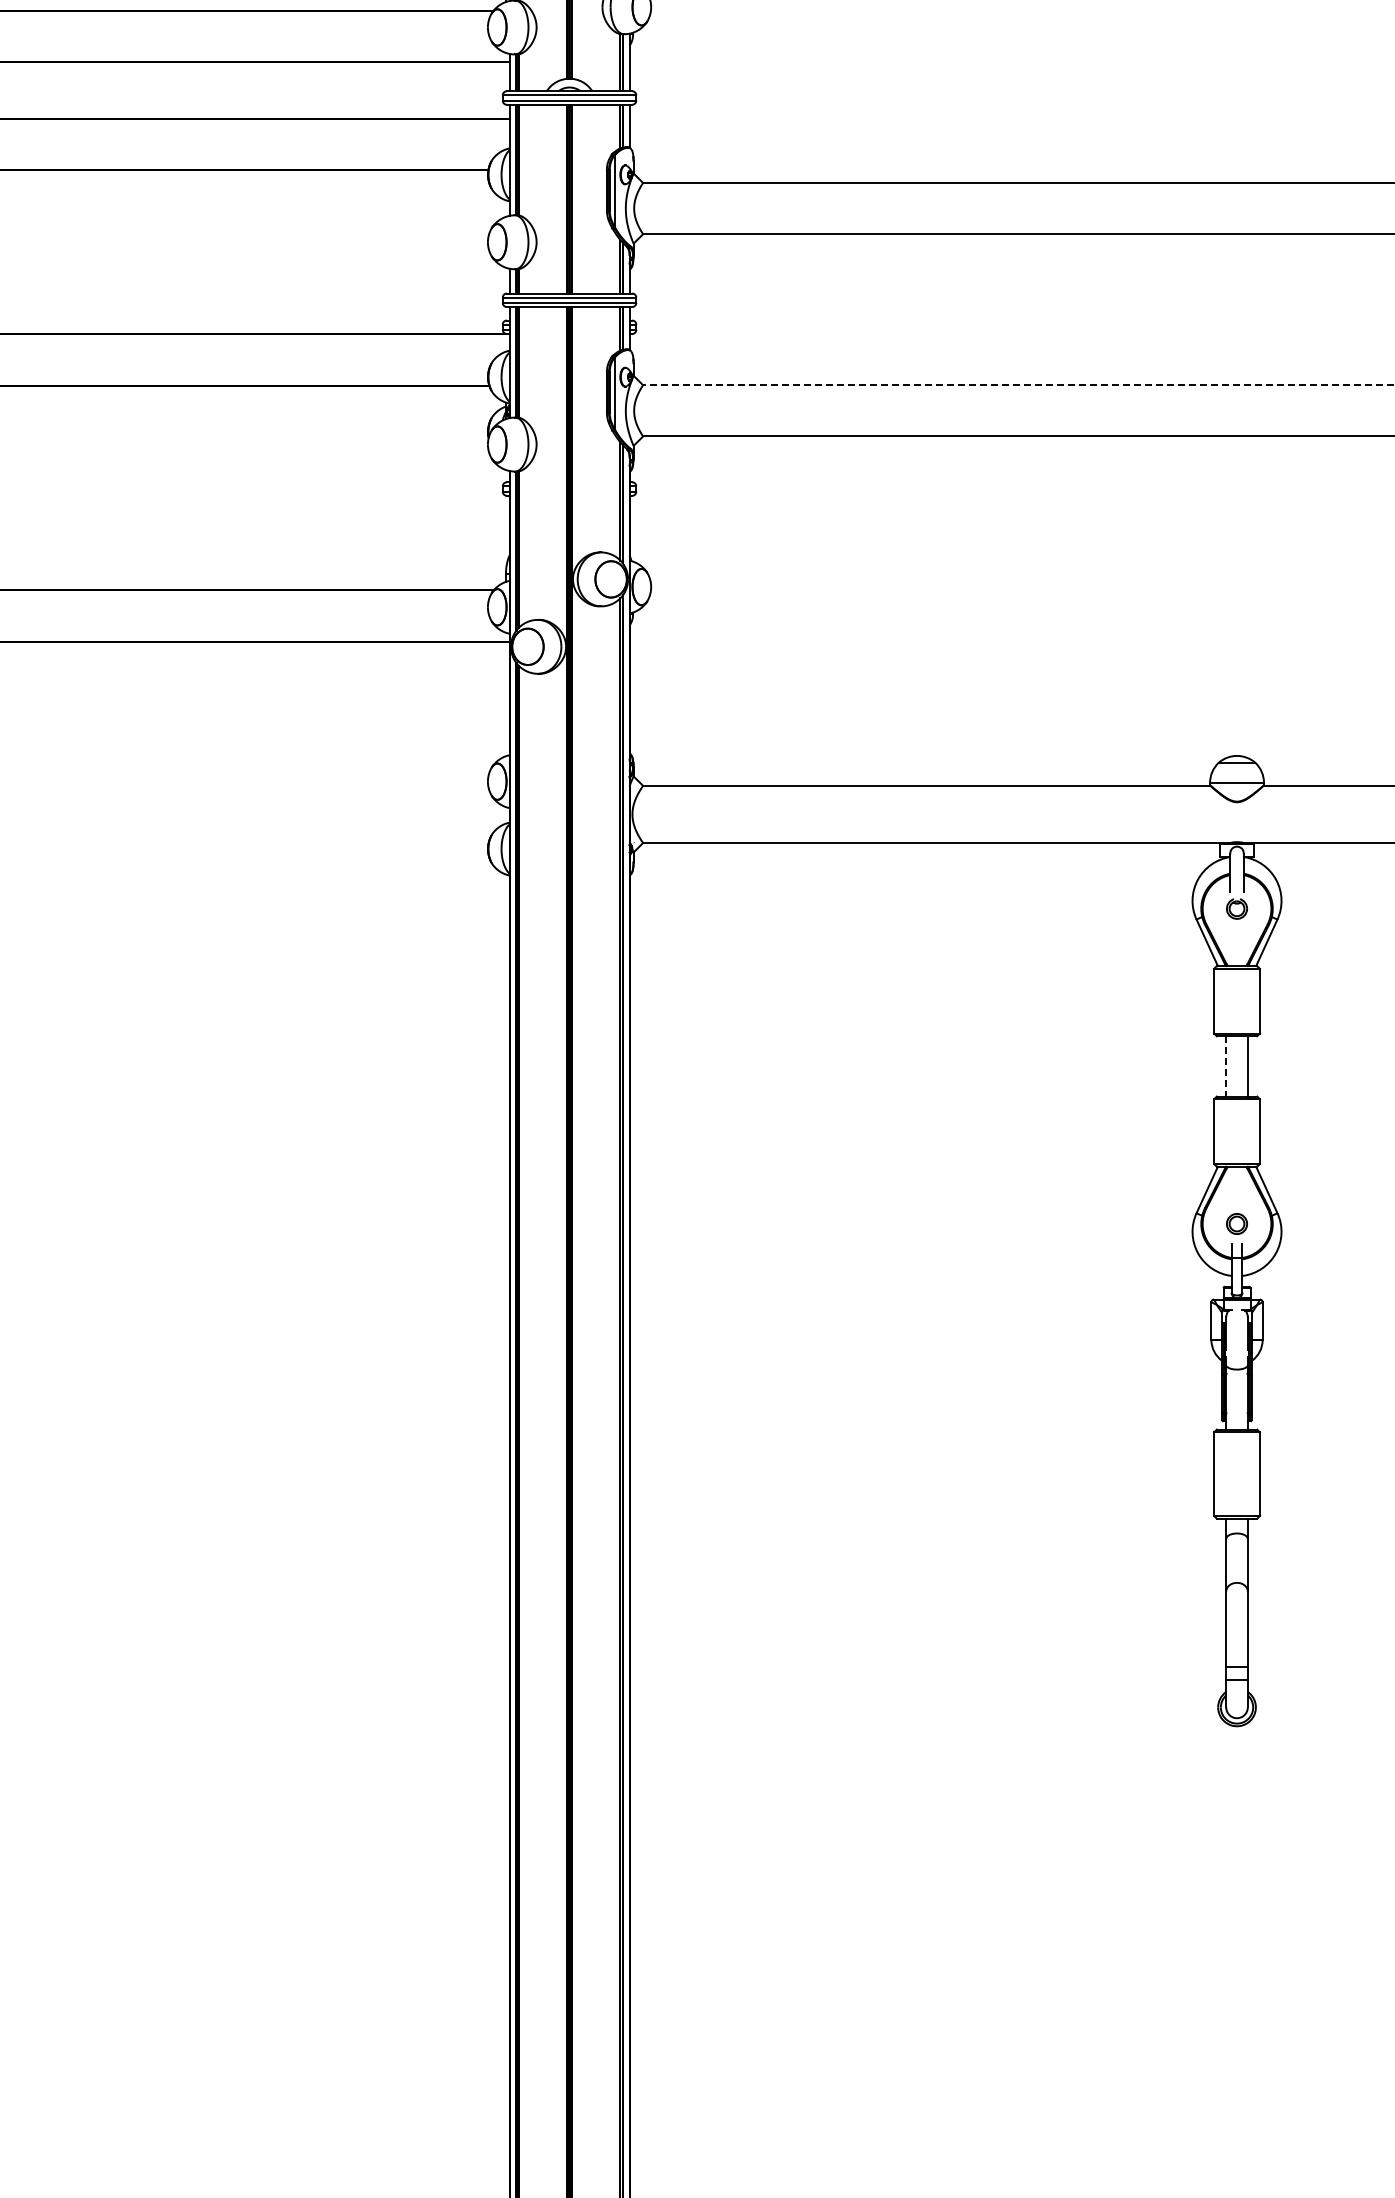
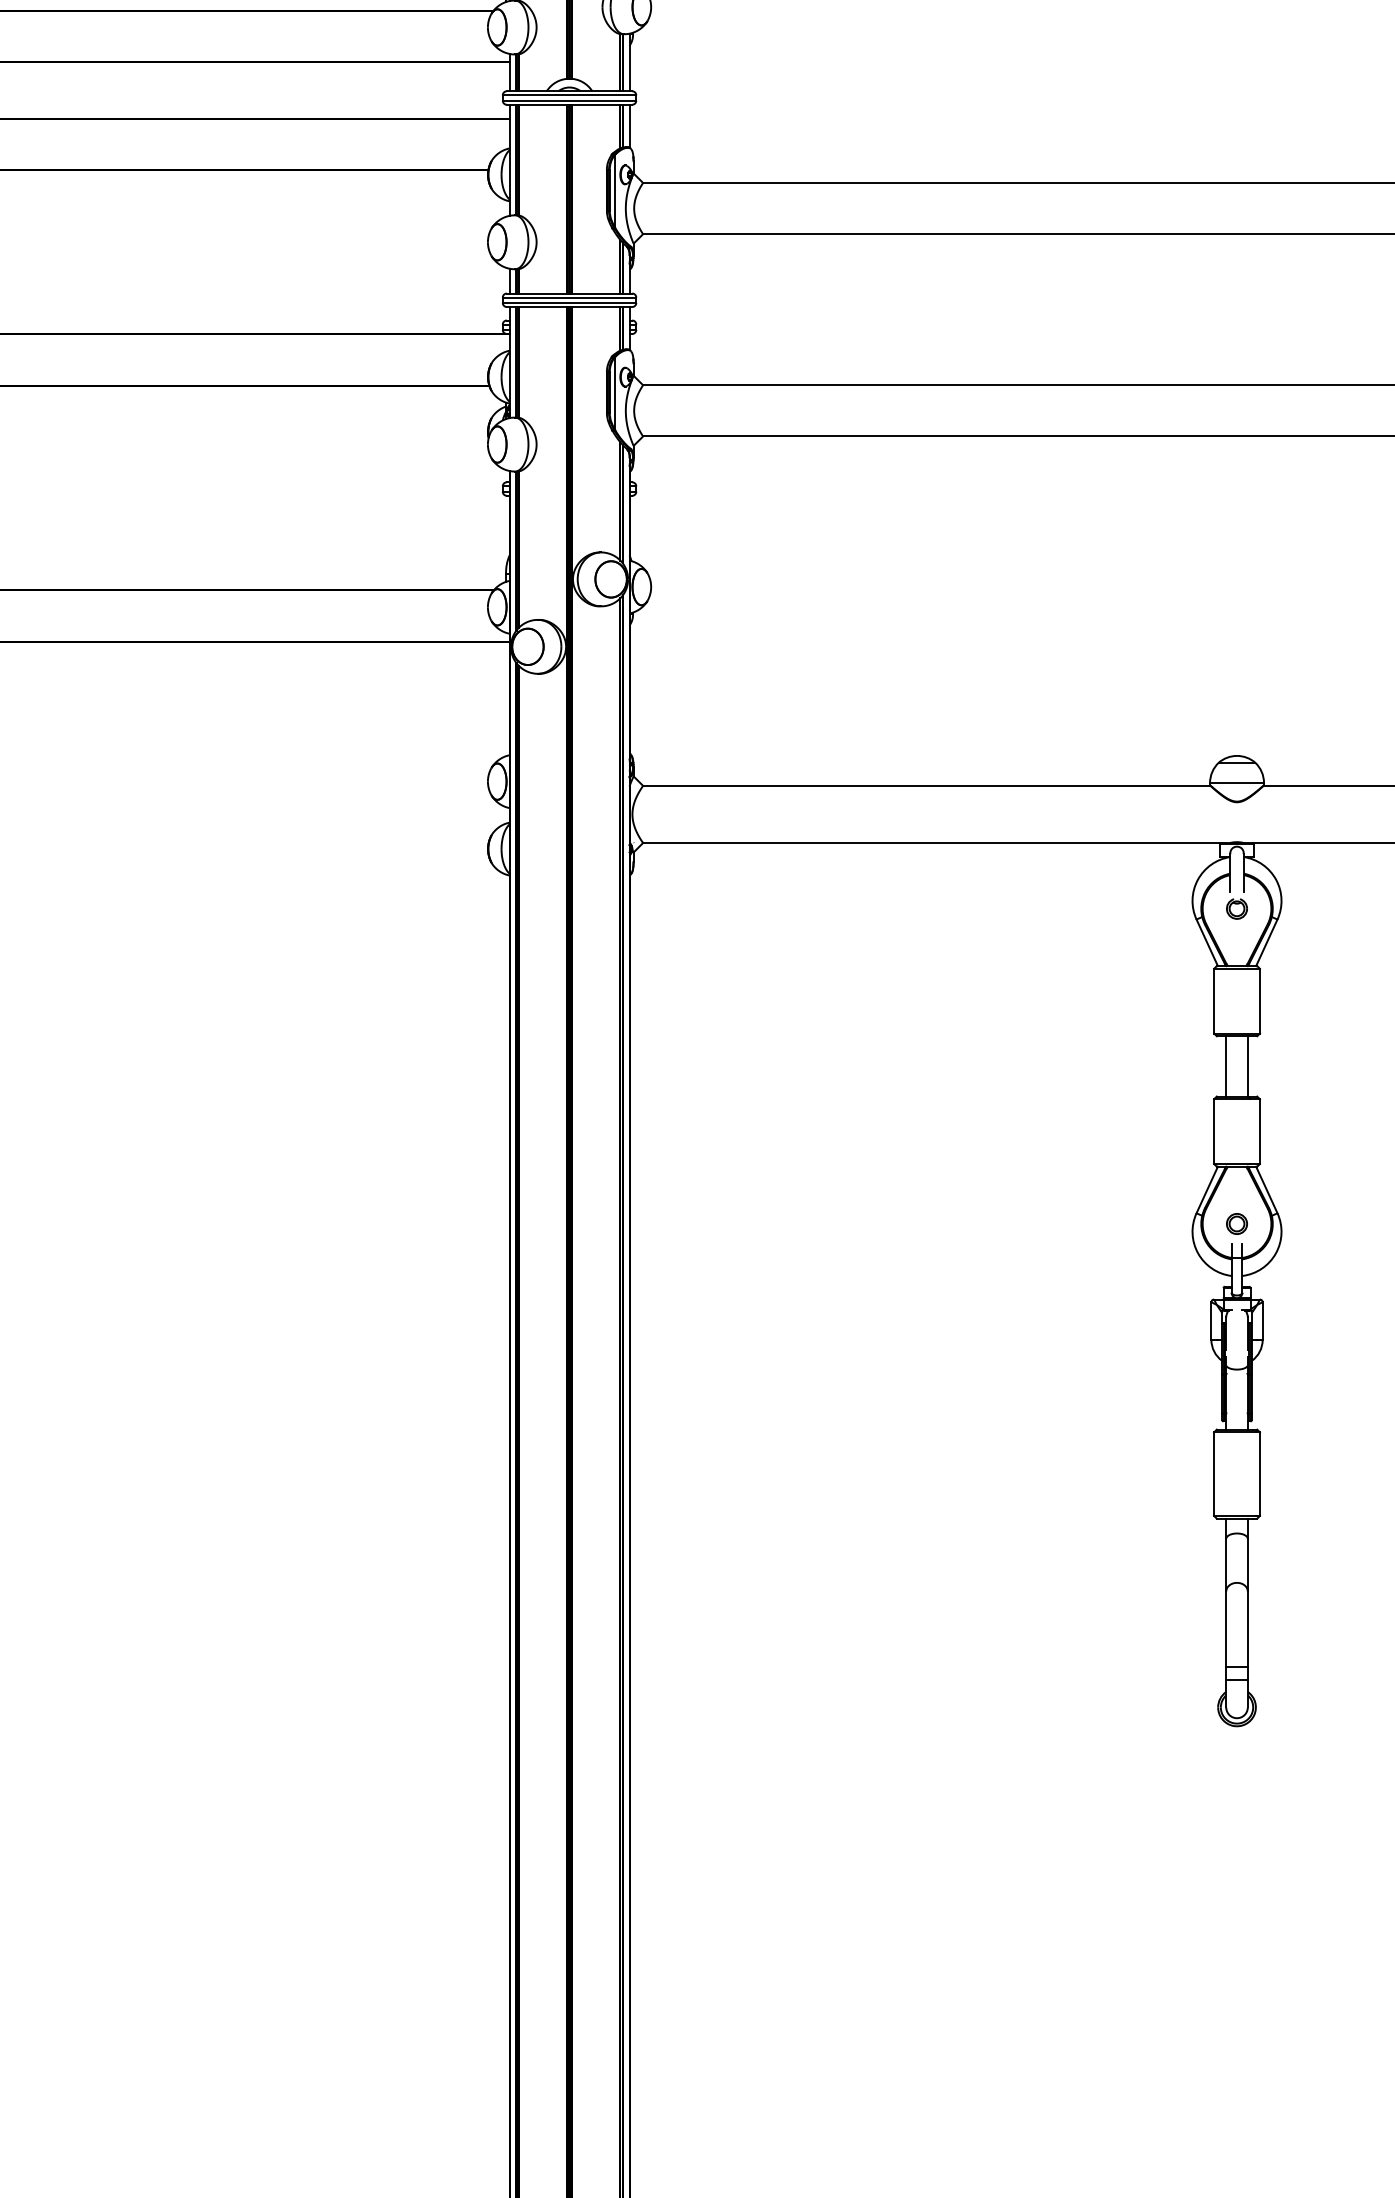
line at (1018, 385): dashed -> solid
line at (1226, 1066): dashed -> solid
